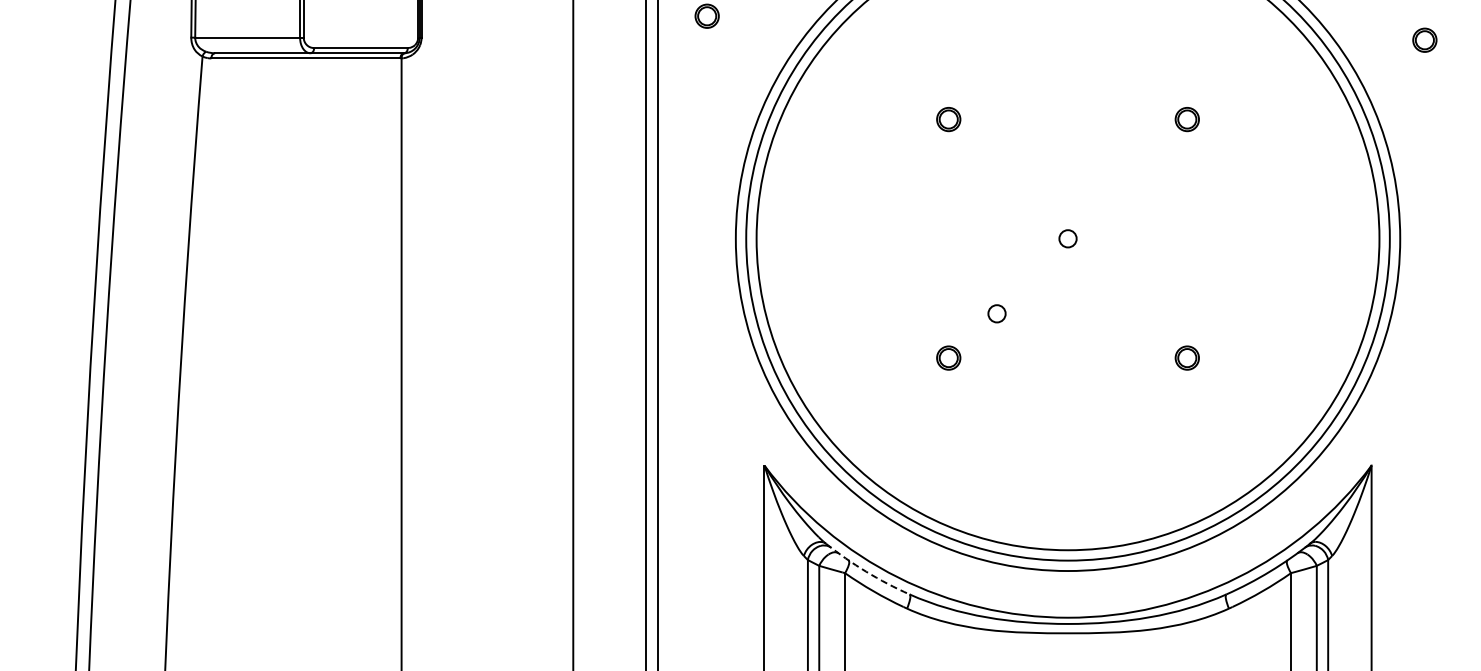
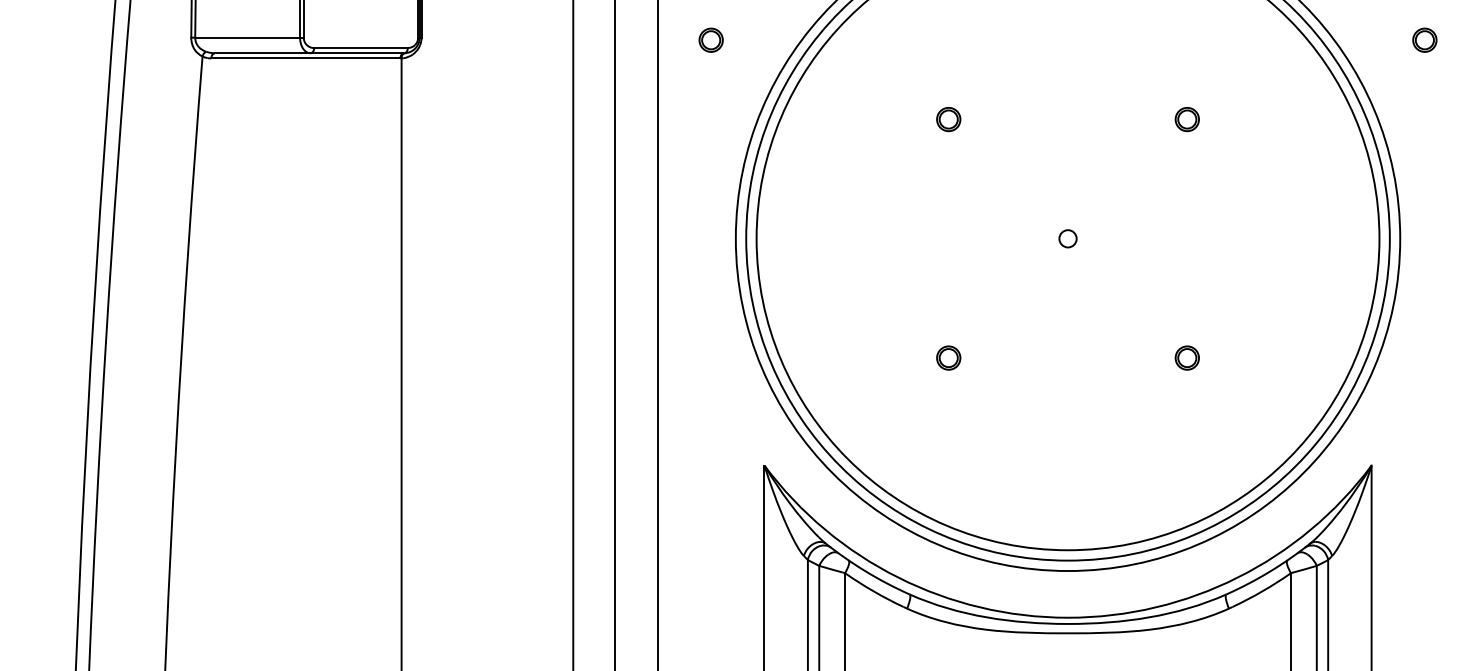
part at (706, 15) position: (706, 15) -> (710, 39)
circle at (996, 313): present -> none
line at (645, 334) position: (645, 334) -> (614, 334)
arc at (866, 571): dashed -> solid
